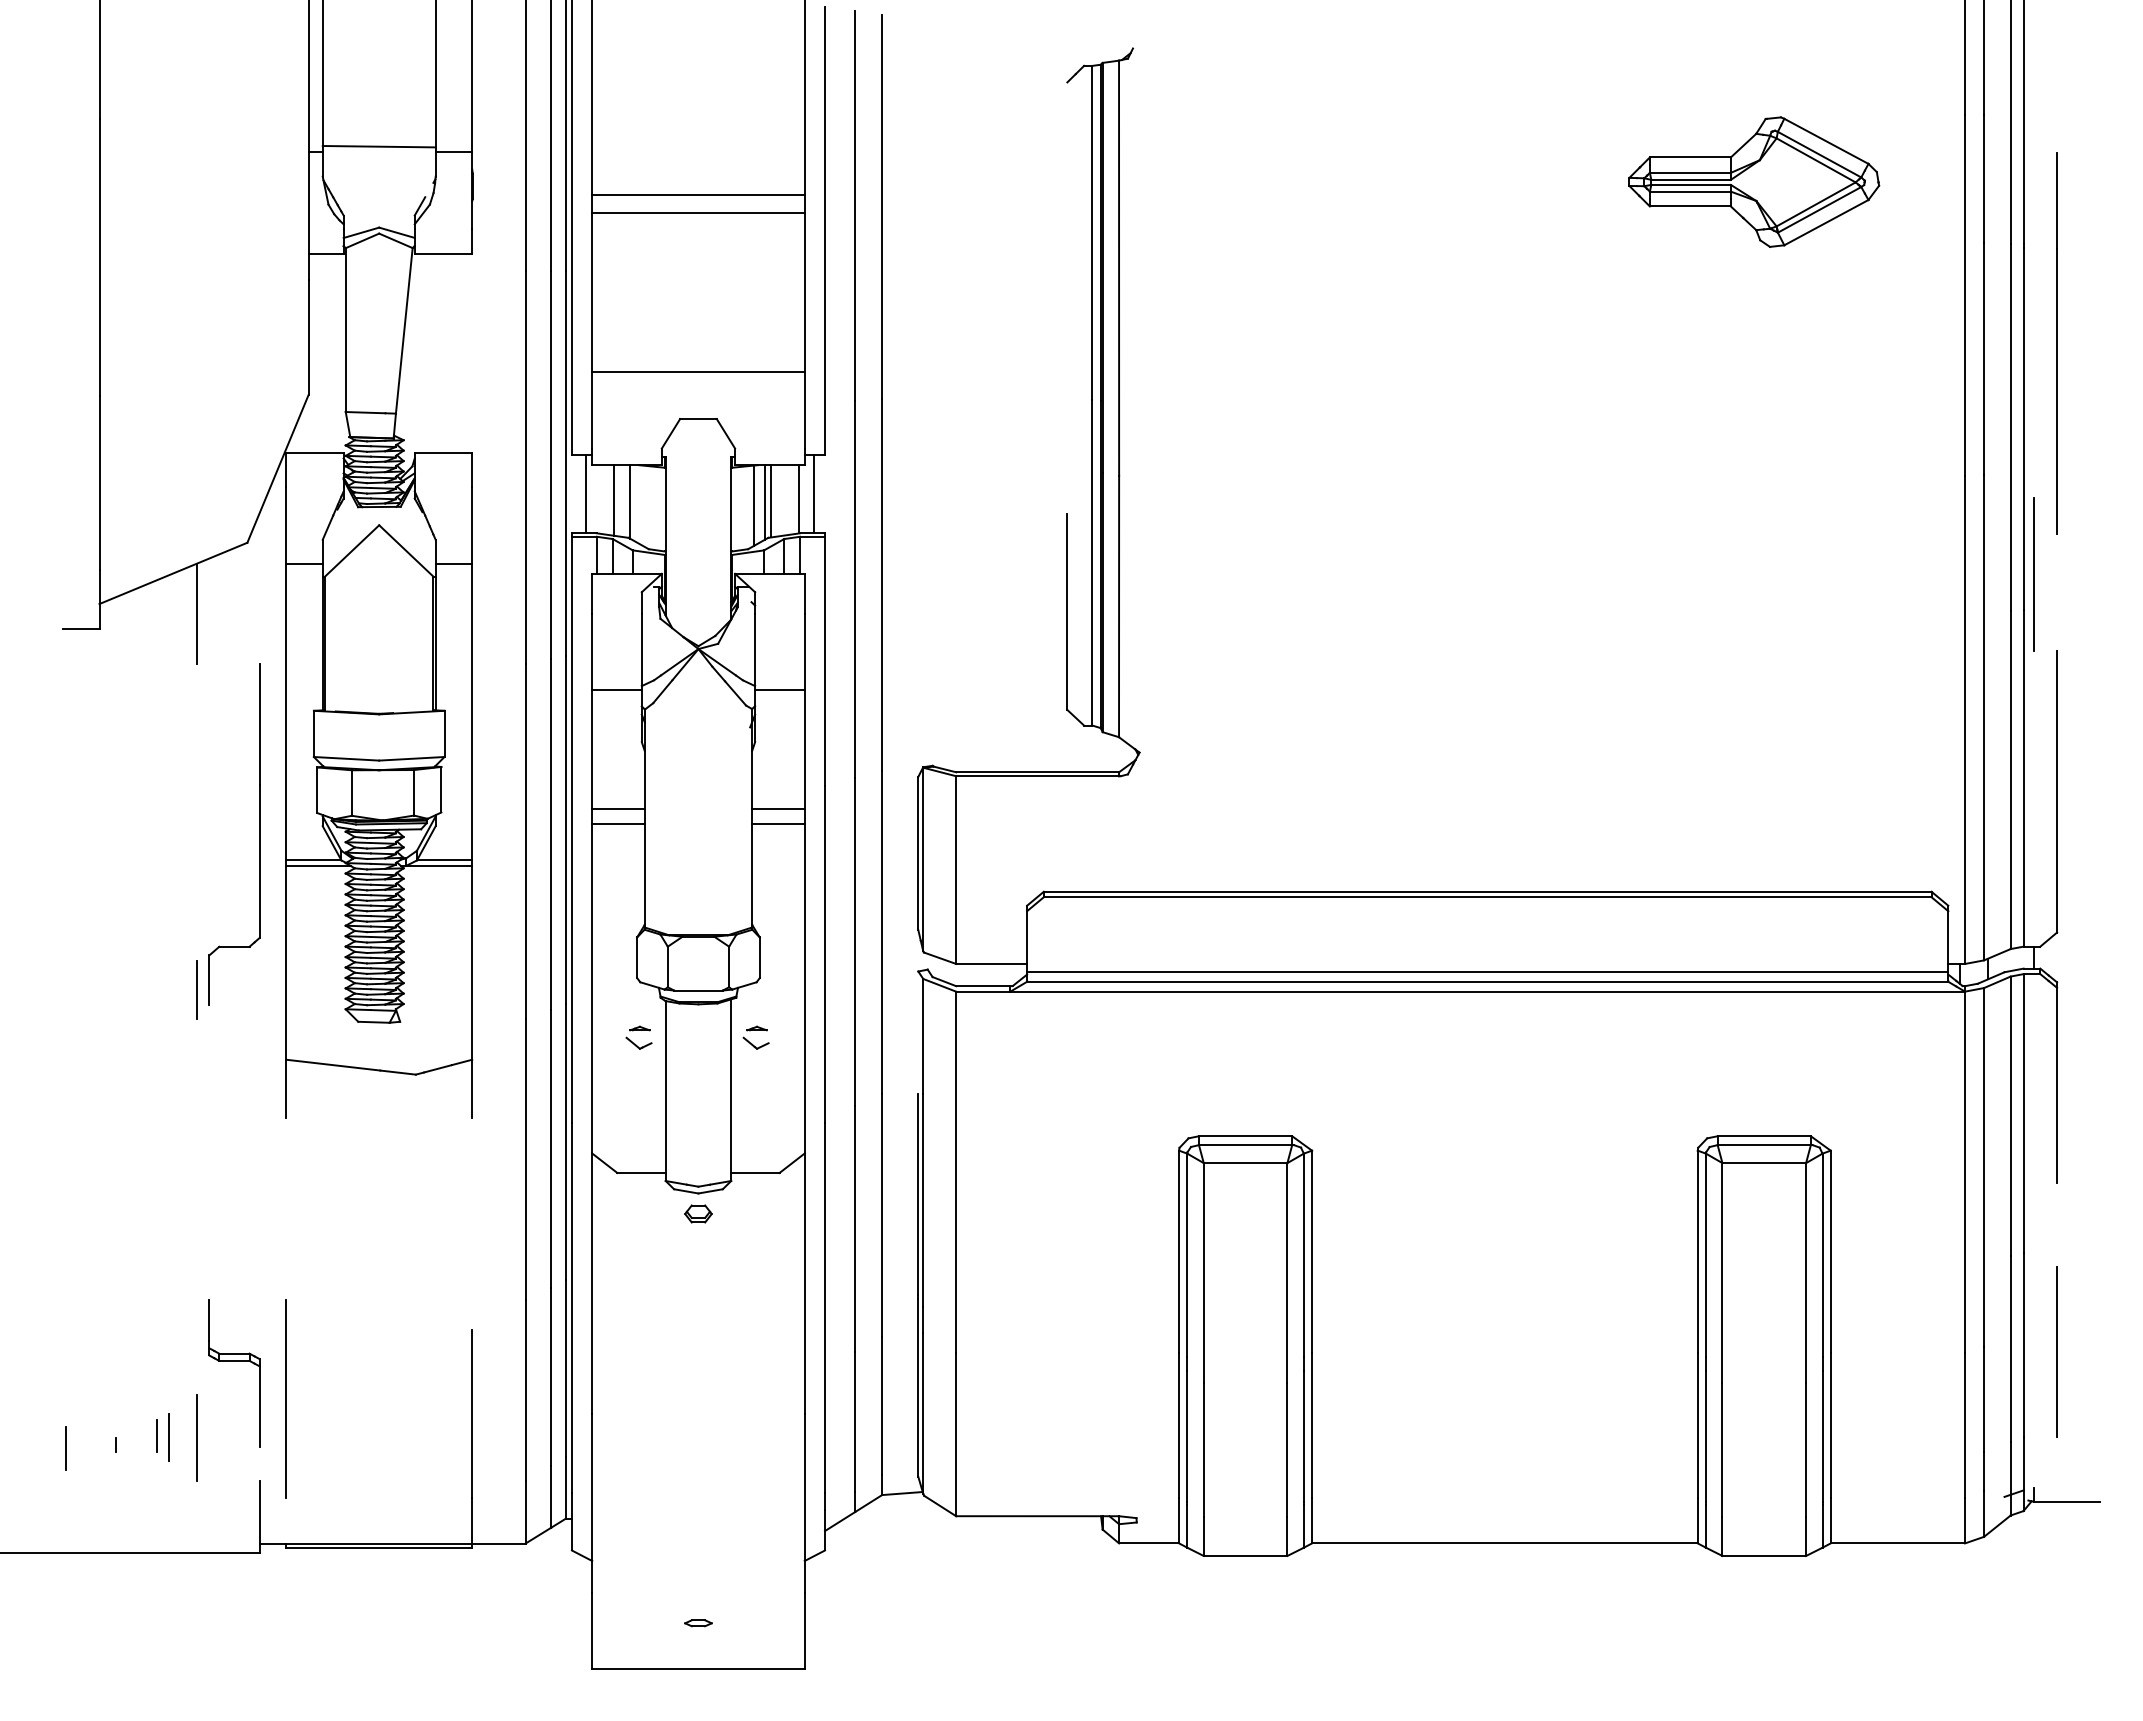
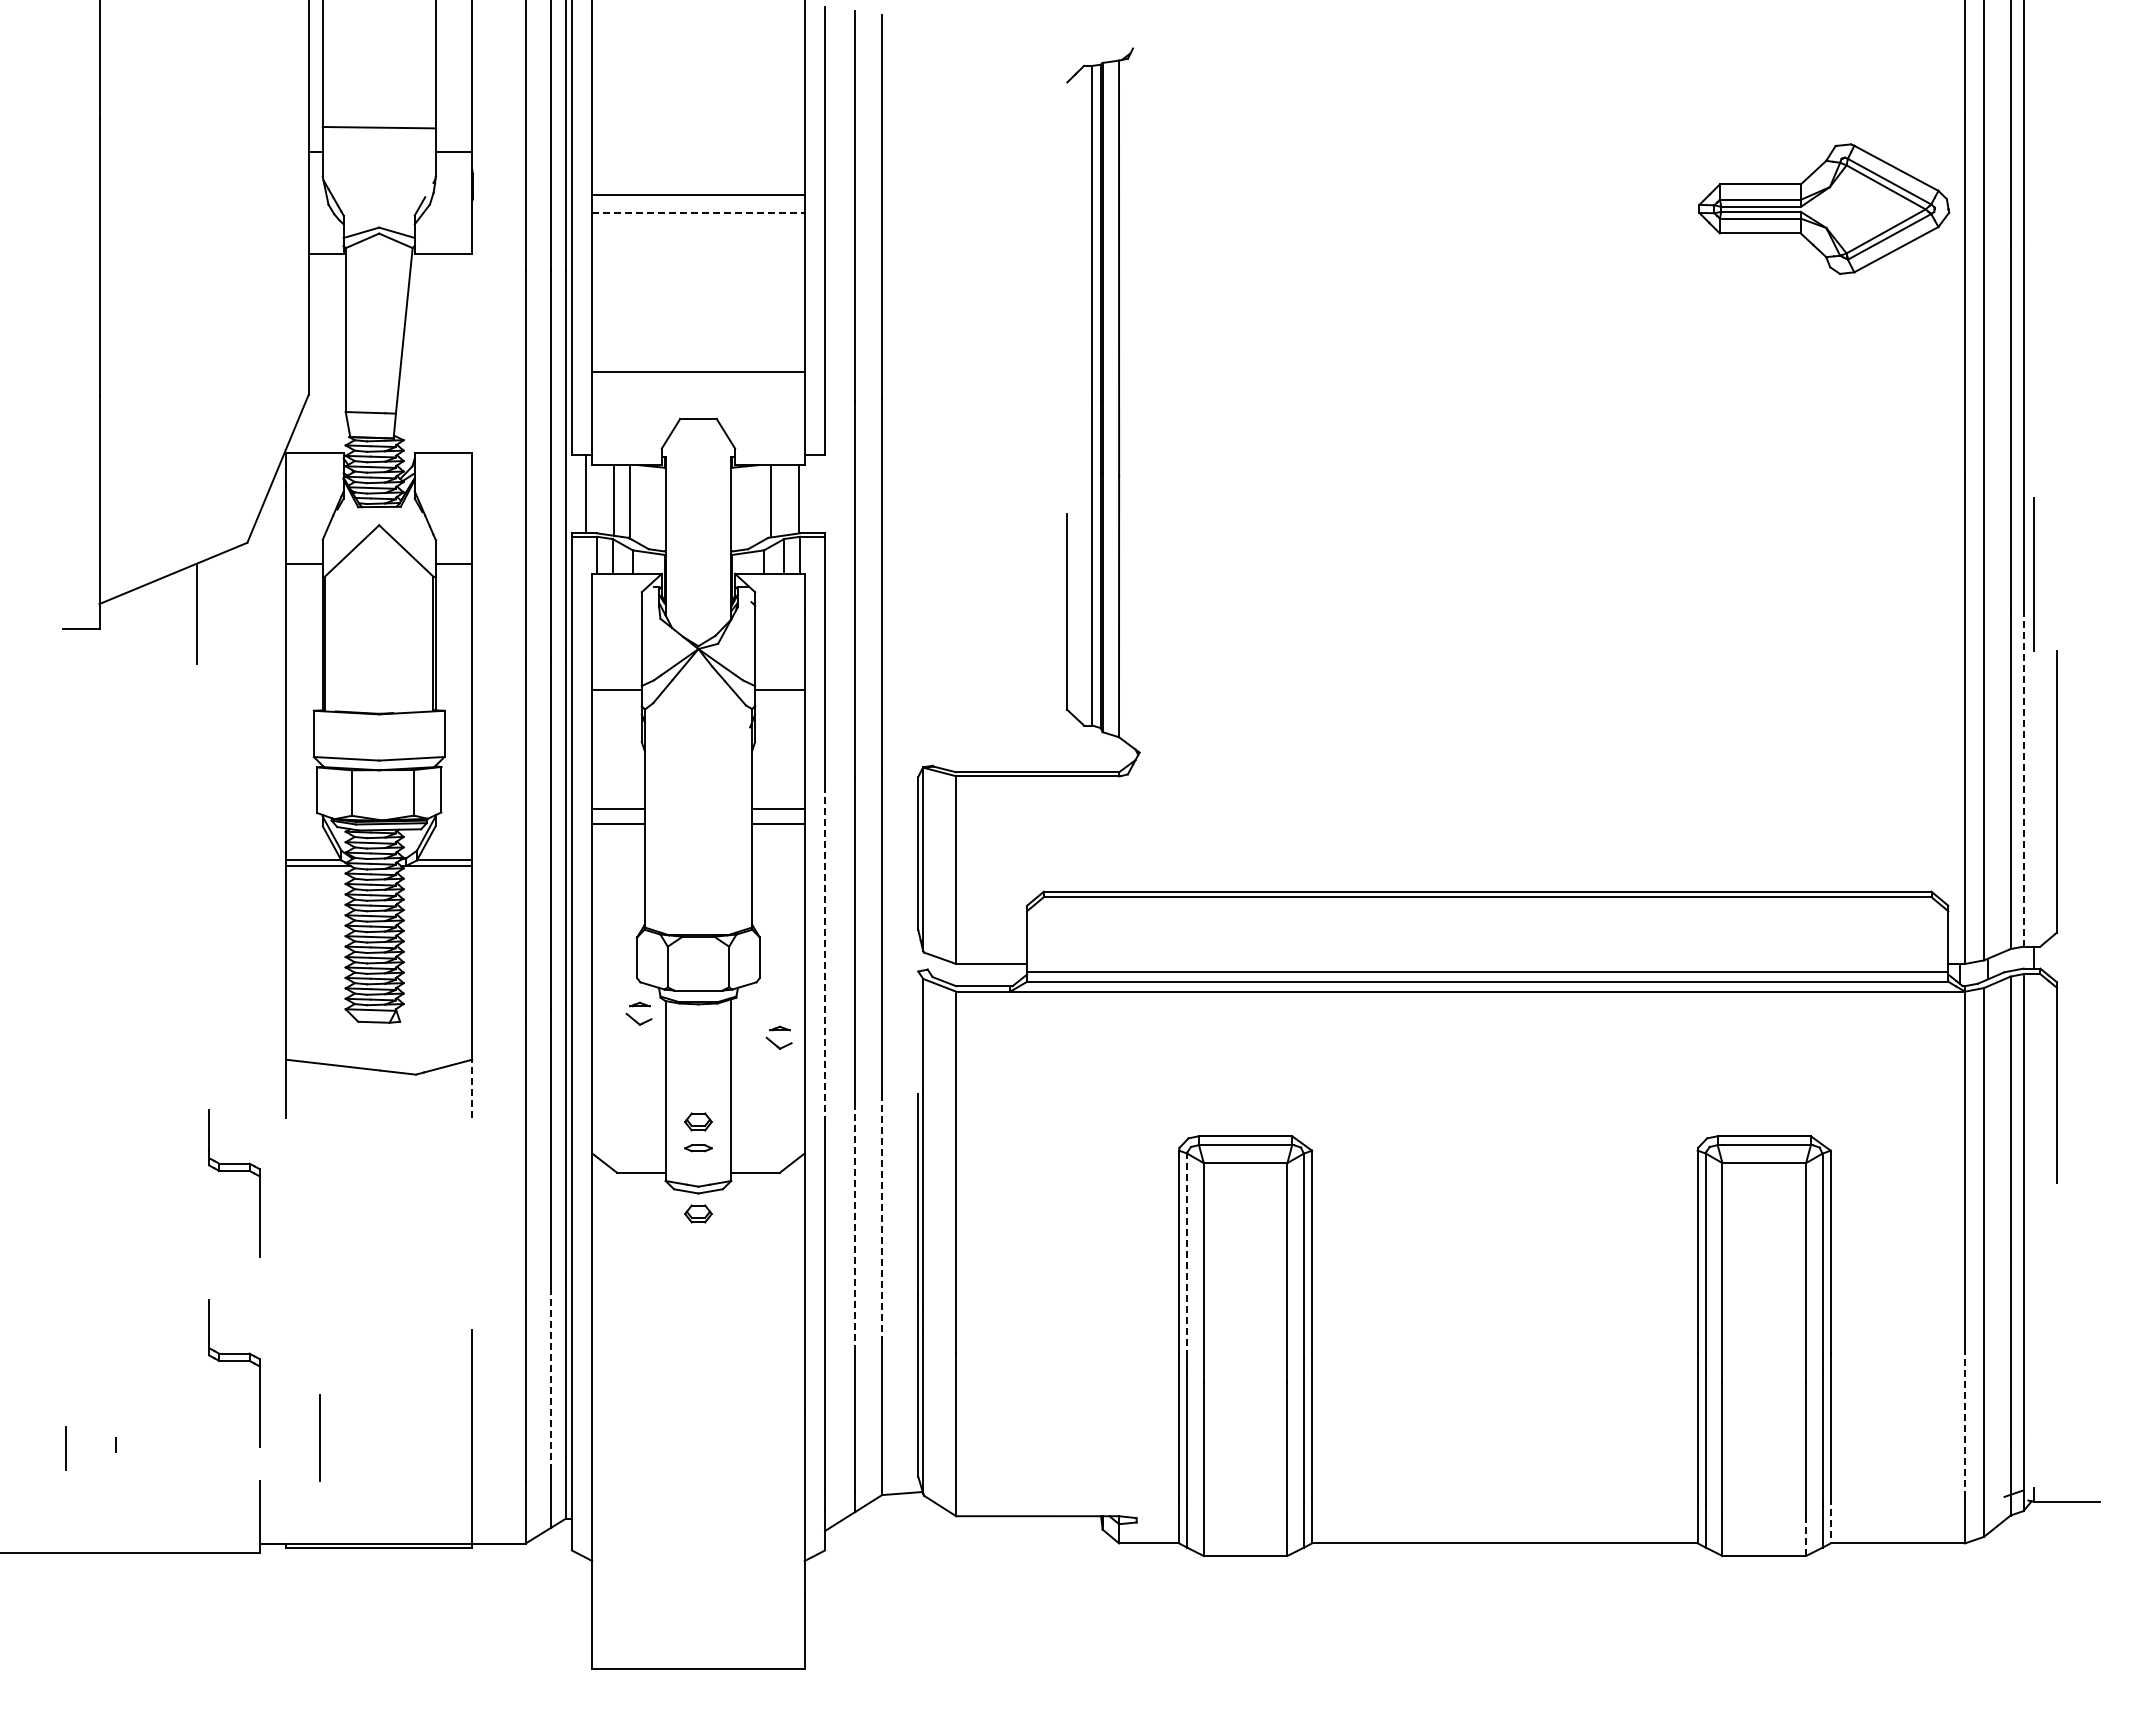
line at (378, 146) position: (378, 146) -> (378, 127)
part at (1754, 181) position: (1754, 181) -> (1824, 208)
line at (698, 213): solid -> dashed
line at (2056, 343): present -> none
line at (813, 494): present -> none
line at (764, 502): present -> none
line at (753, 505): present -> none
line at (2023, 778): solid -> dashed
part at (259, 834): present -> none
line at (825, 954): solid -> dashed
line at (196, 989): present -> none
part at (635, 1043) position: (635, 1043) -> (635, 1019)
part at (752, 1043) position: (752, 1043) -> (775, 1043)
line at (472, 1088): solid -> dashed
part at (698, 1121): none -> present
part at (234, 1171): none -> present
line at (882, 1216): solid -> dashed
line at (855, 1228): solid -> dashed
line at (1187, 1256): solid -> dashed
line at (2057, 1351): present -> none
line at (551, 1377): solid -> dashed
line at (285, 1398): present -> none
line at (1965, 1424): solid -> dashed
line at (156, 1435): present -> none
line at (169, 1437): present -> none
line at (196, 1437) position: (196, 1437) -> (319, 1437)
line at (1830, 1520): solid -> dashed
line at (1806, 1536): solid -> dashed
part at (698, 1623) position: (698, 1623) -> (698, 1148)
